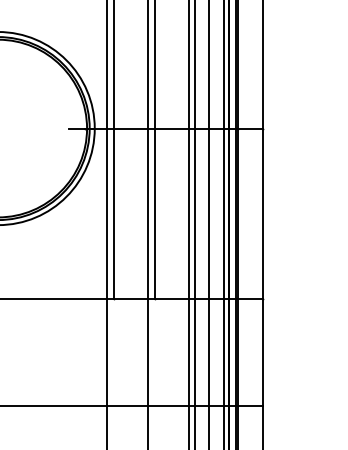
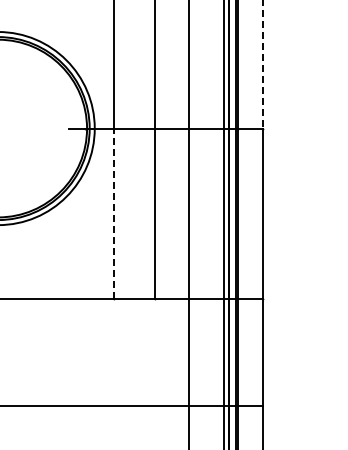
line at (263, 64): solid -> dashed
line at (113, 213): solid -> dashed
line at (107, 224): present -> none
line at (147, 224): present -> none
line at (195, 224): present -> none
line at (209, 224): present -> none
